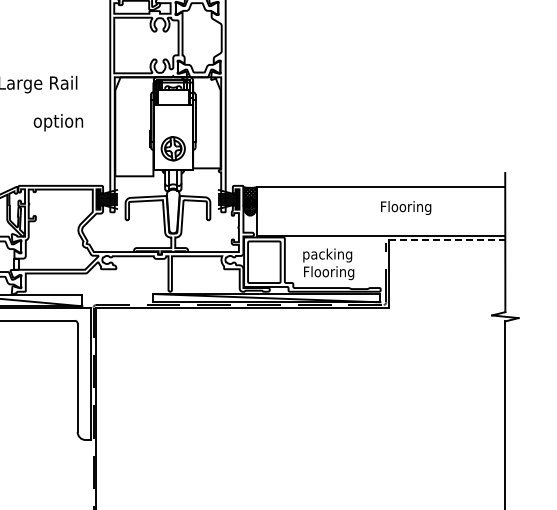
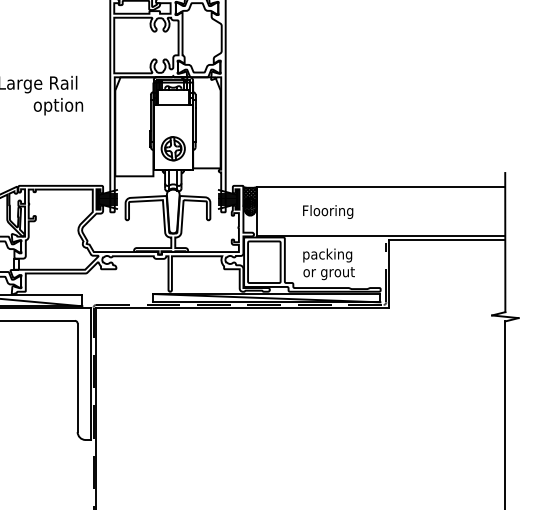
text at (58, 122) position: (58, 122) -> (58, 106)
text at (406, 207) position: (406, 207) -> (328, 211)
line at (446, 240): dashed -> solid
text at (328, 273): Flooring -> or grout
